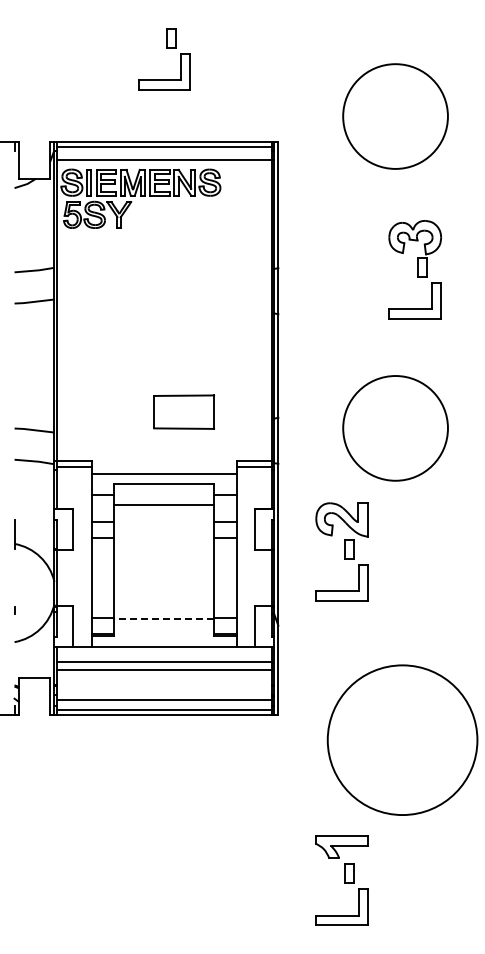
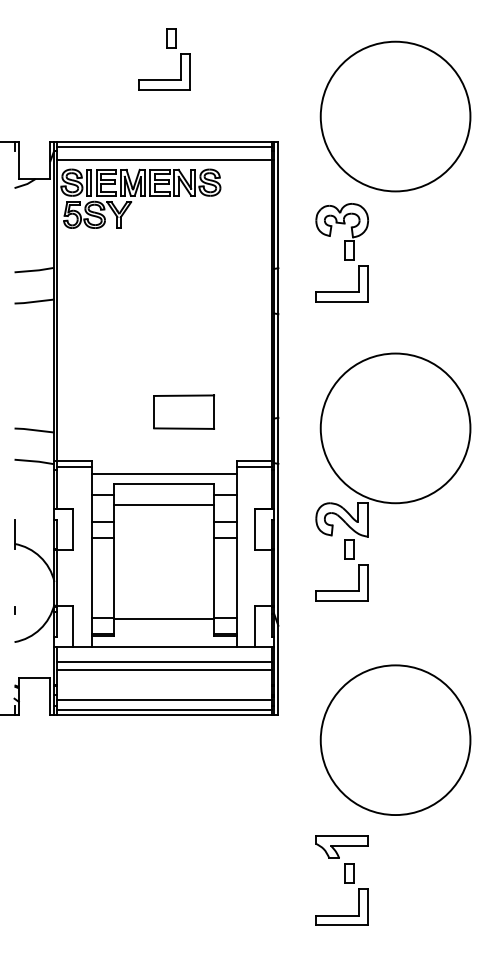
circle at (395, 116) size: 107x107 px -> 153x153 px
part at (414, 269) position: (414, 269) -> (341, 252)
circle at (395, 428) diameter: 105 px -> 150 px
line at (164, 619): dashed -> solid
circle at (402, 739) position: (402, 739) -> (395, 739)
